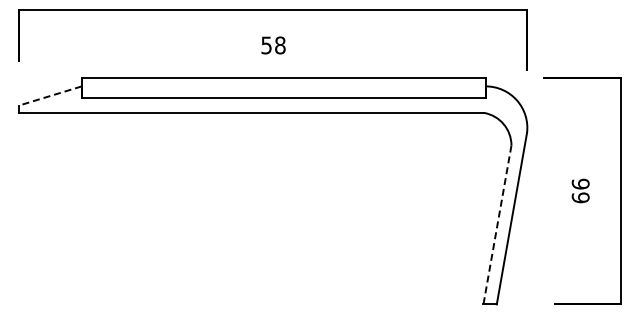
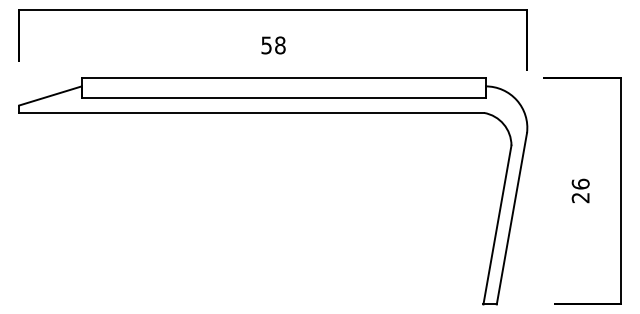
line at (50, 95): dashed -> solid
text at (580, 197): 66 -> 26
line at (497, 225): dashed -> solid
